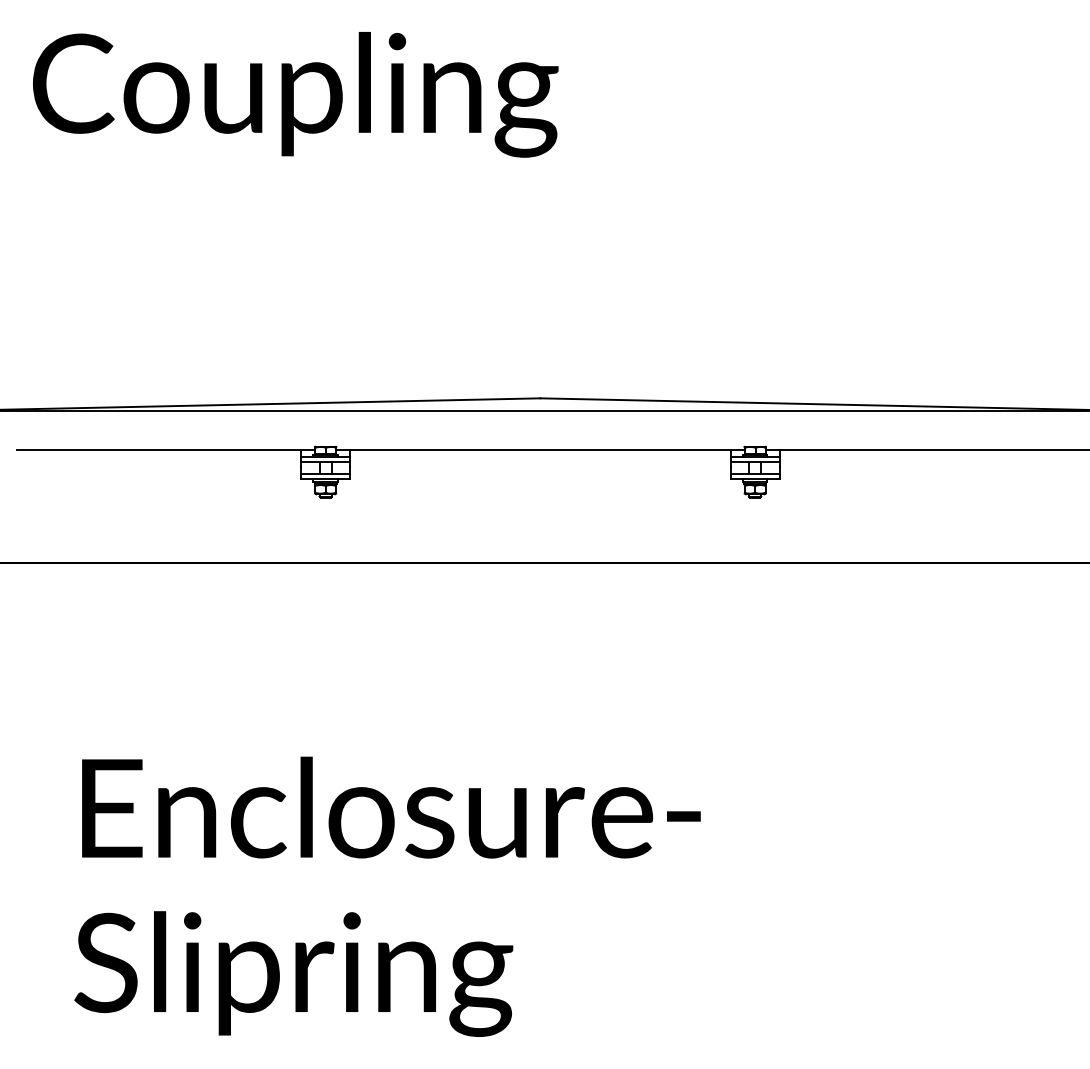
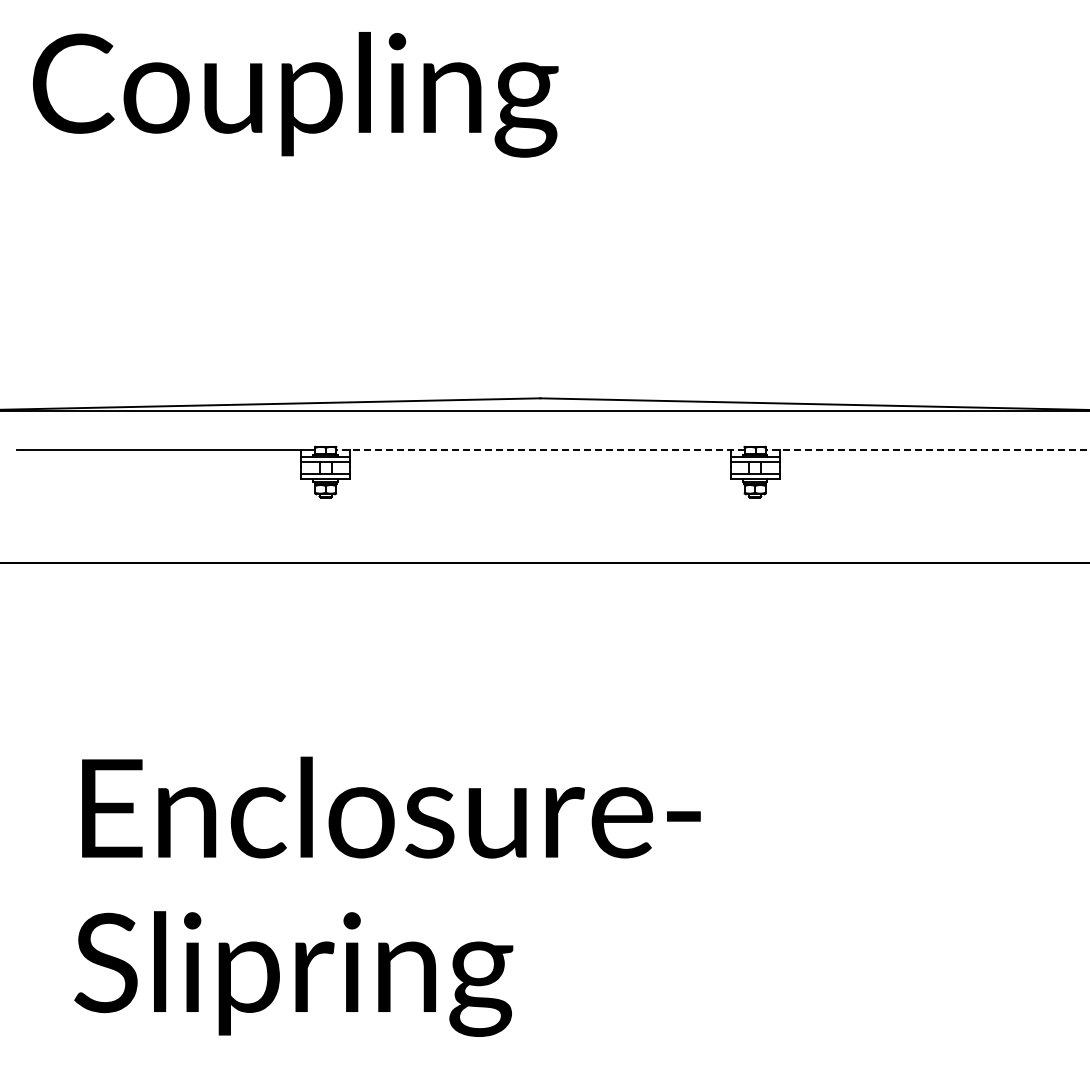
line at (539, 449): solid -> dashed
line at (927, 449): solid -> dashed
